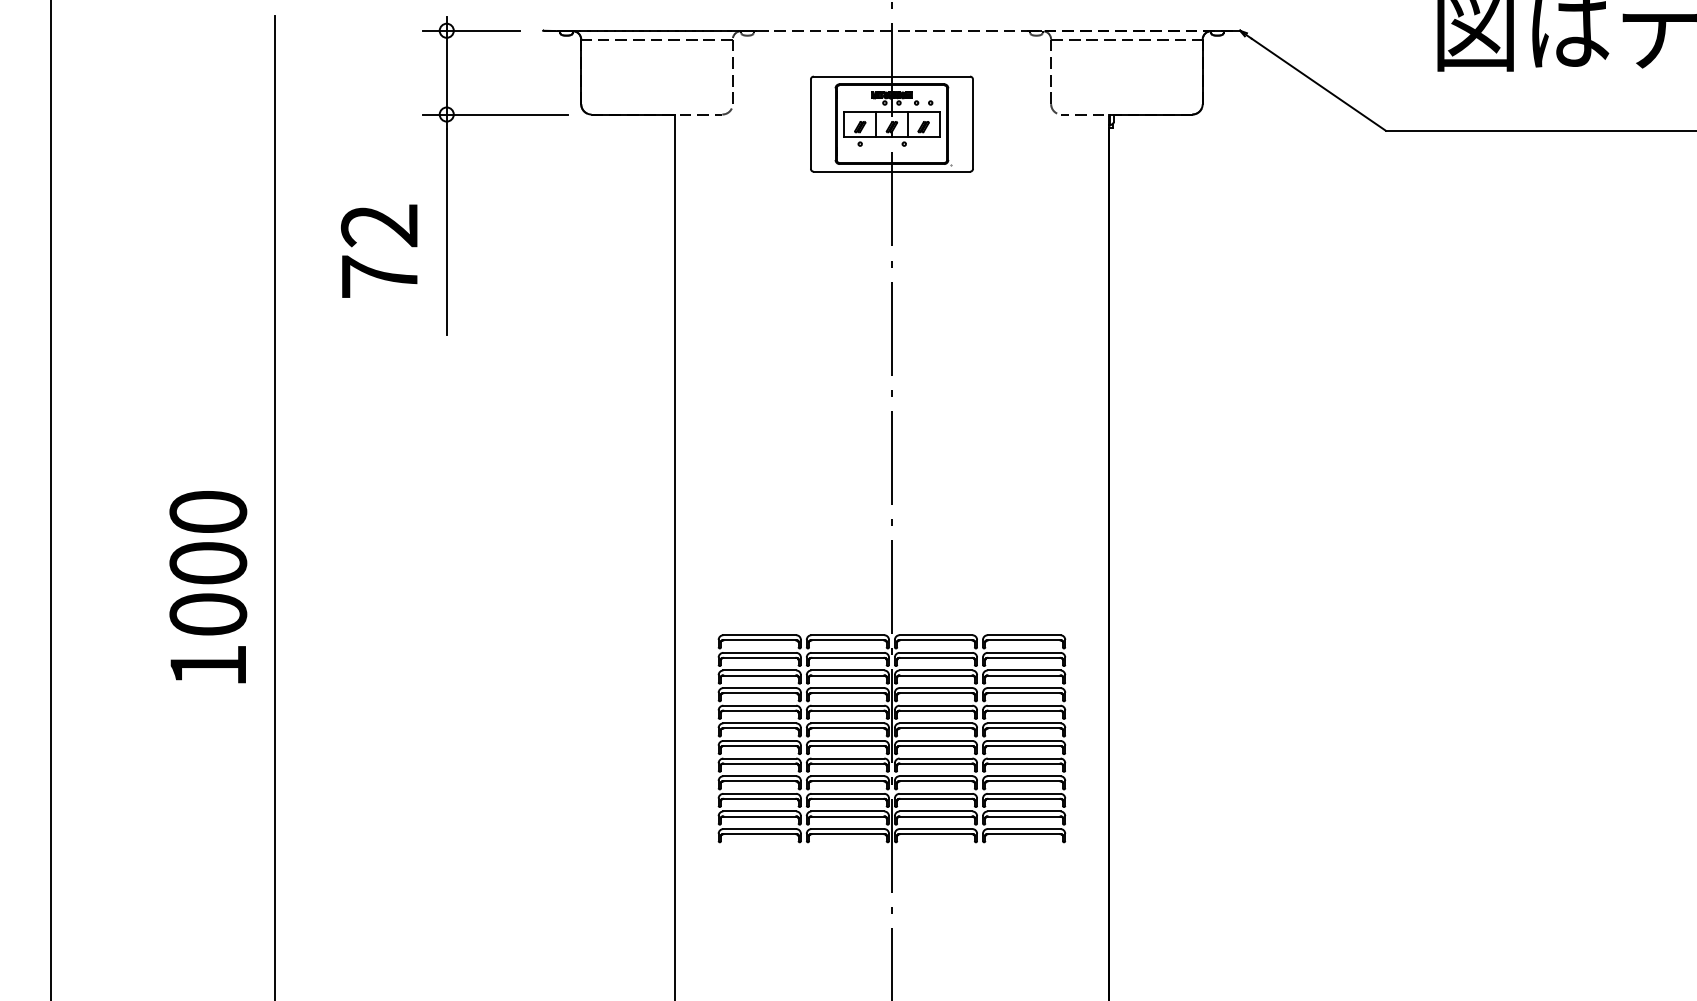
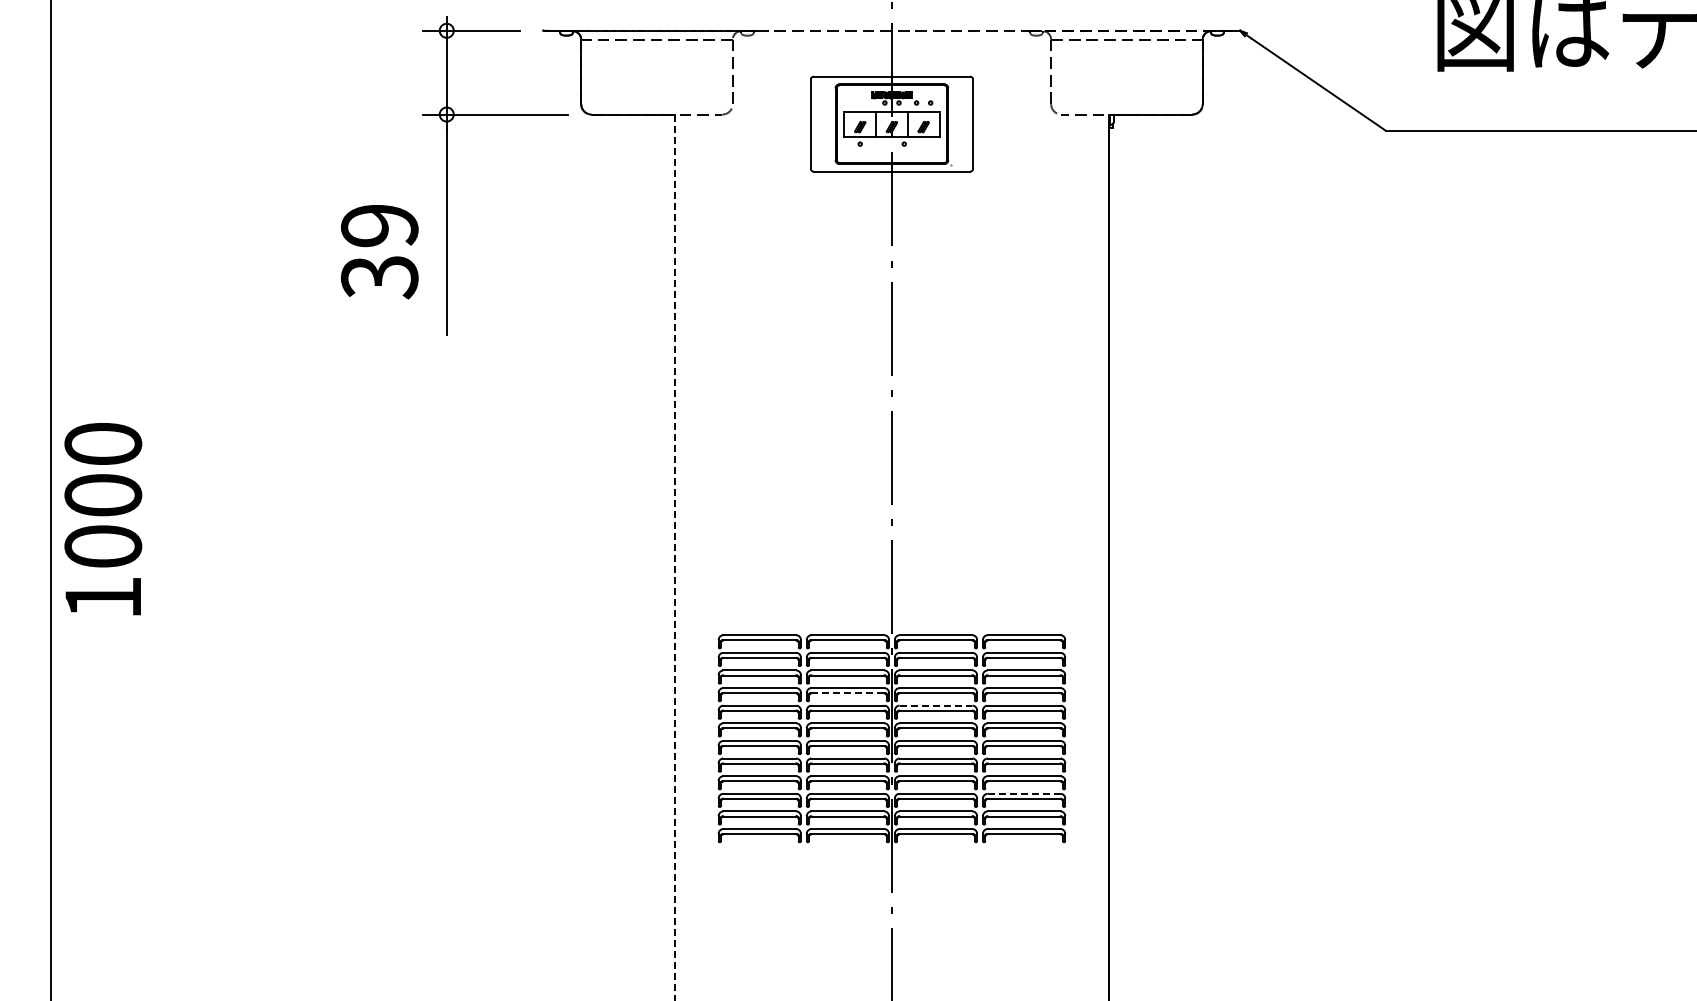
text at (379, 251): 72 -> 39
line at (275, 506): present -> none
line at (674, 557): solid -> dashed
text at (208, 587) position: (208, 587) -> (103, 519)
line at (848, 693): solid -> dashed
line at (936, 705): solid -> dashed
line at (1024, 793): solid -> dashed
